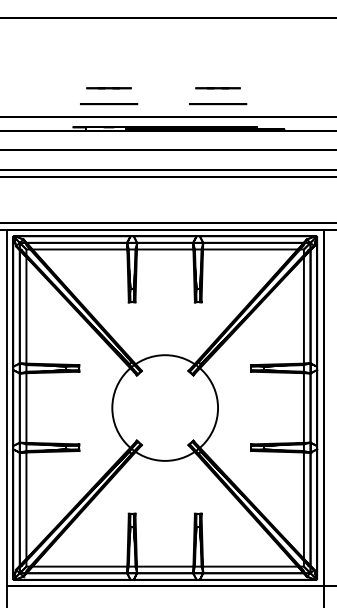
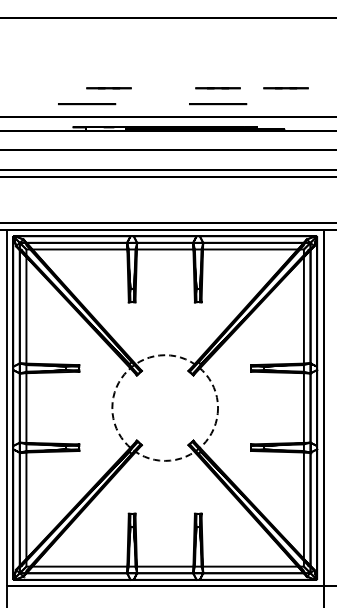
line at (285, 88): none -> present
circle at (109, 104) position: (109, 104) -> (87, 104)
circle at (165, 407): solid -> dashed
